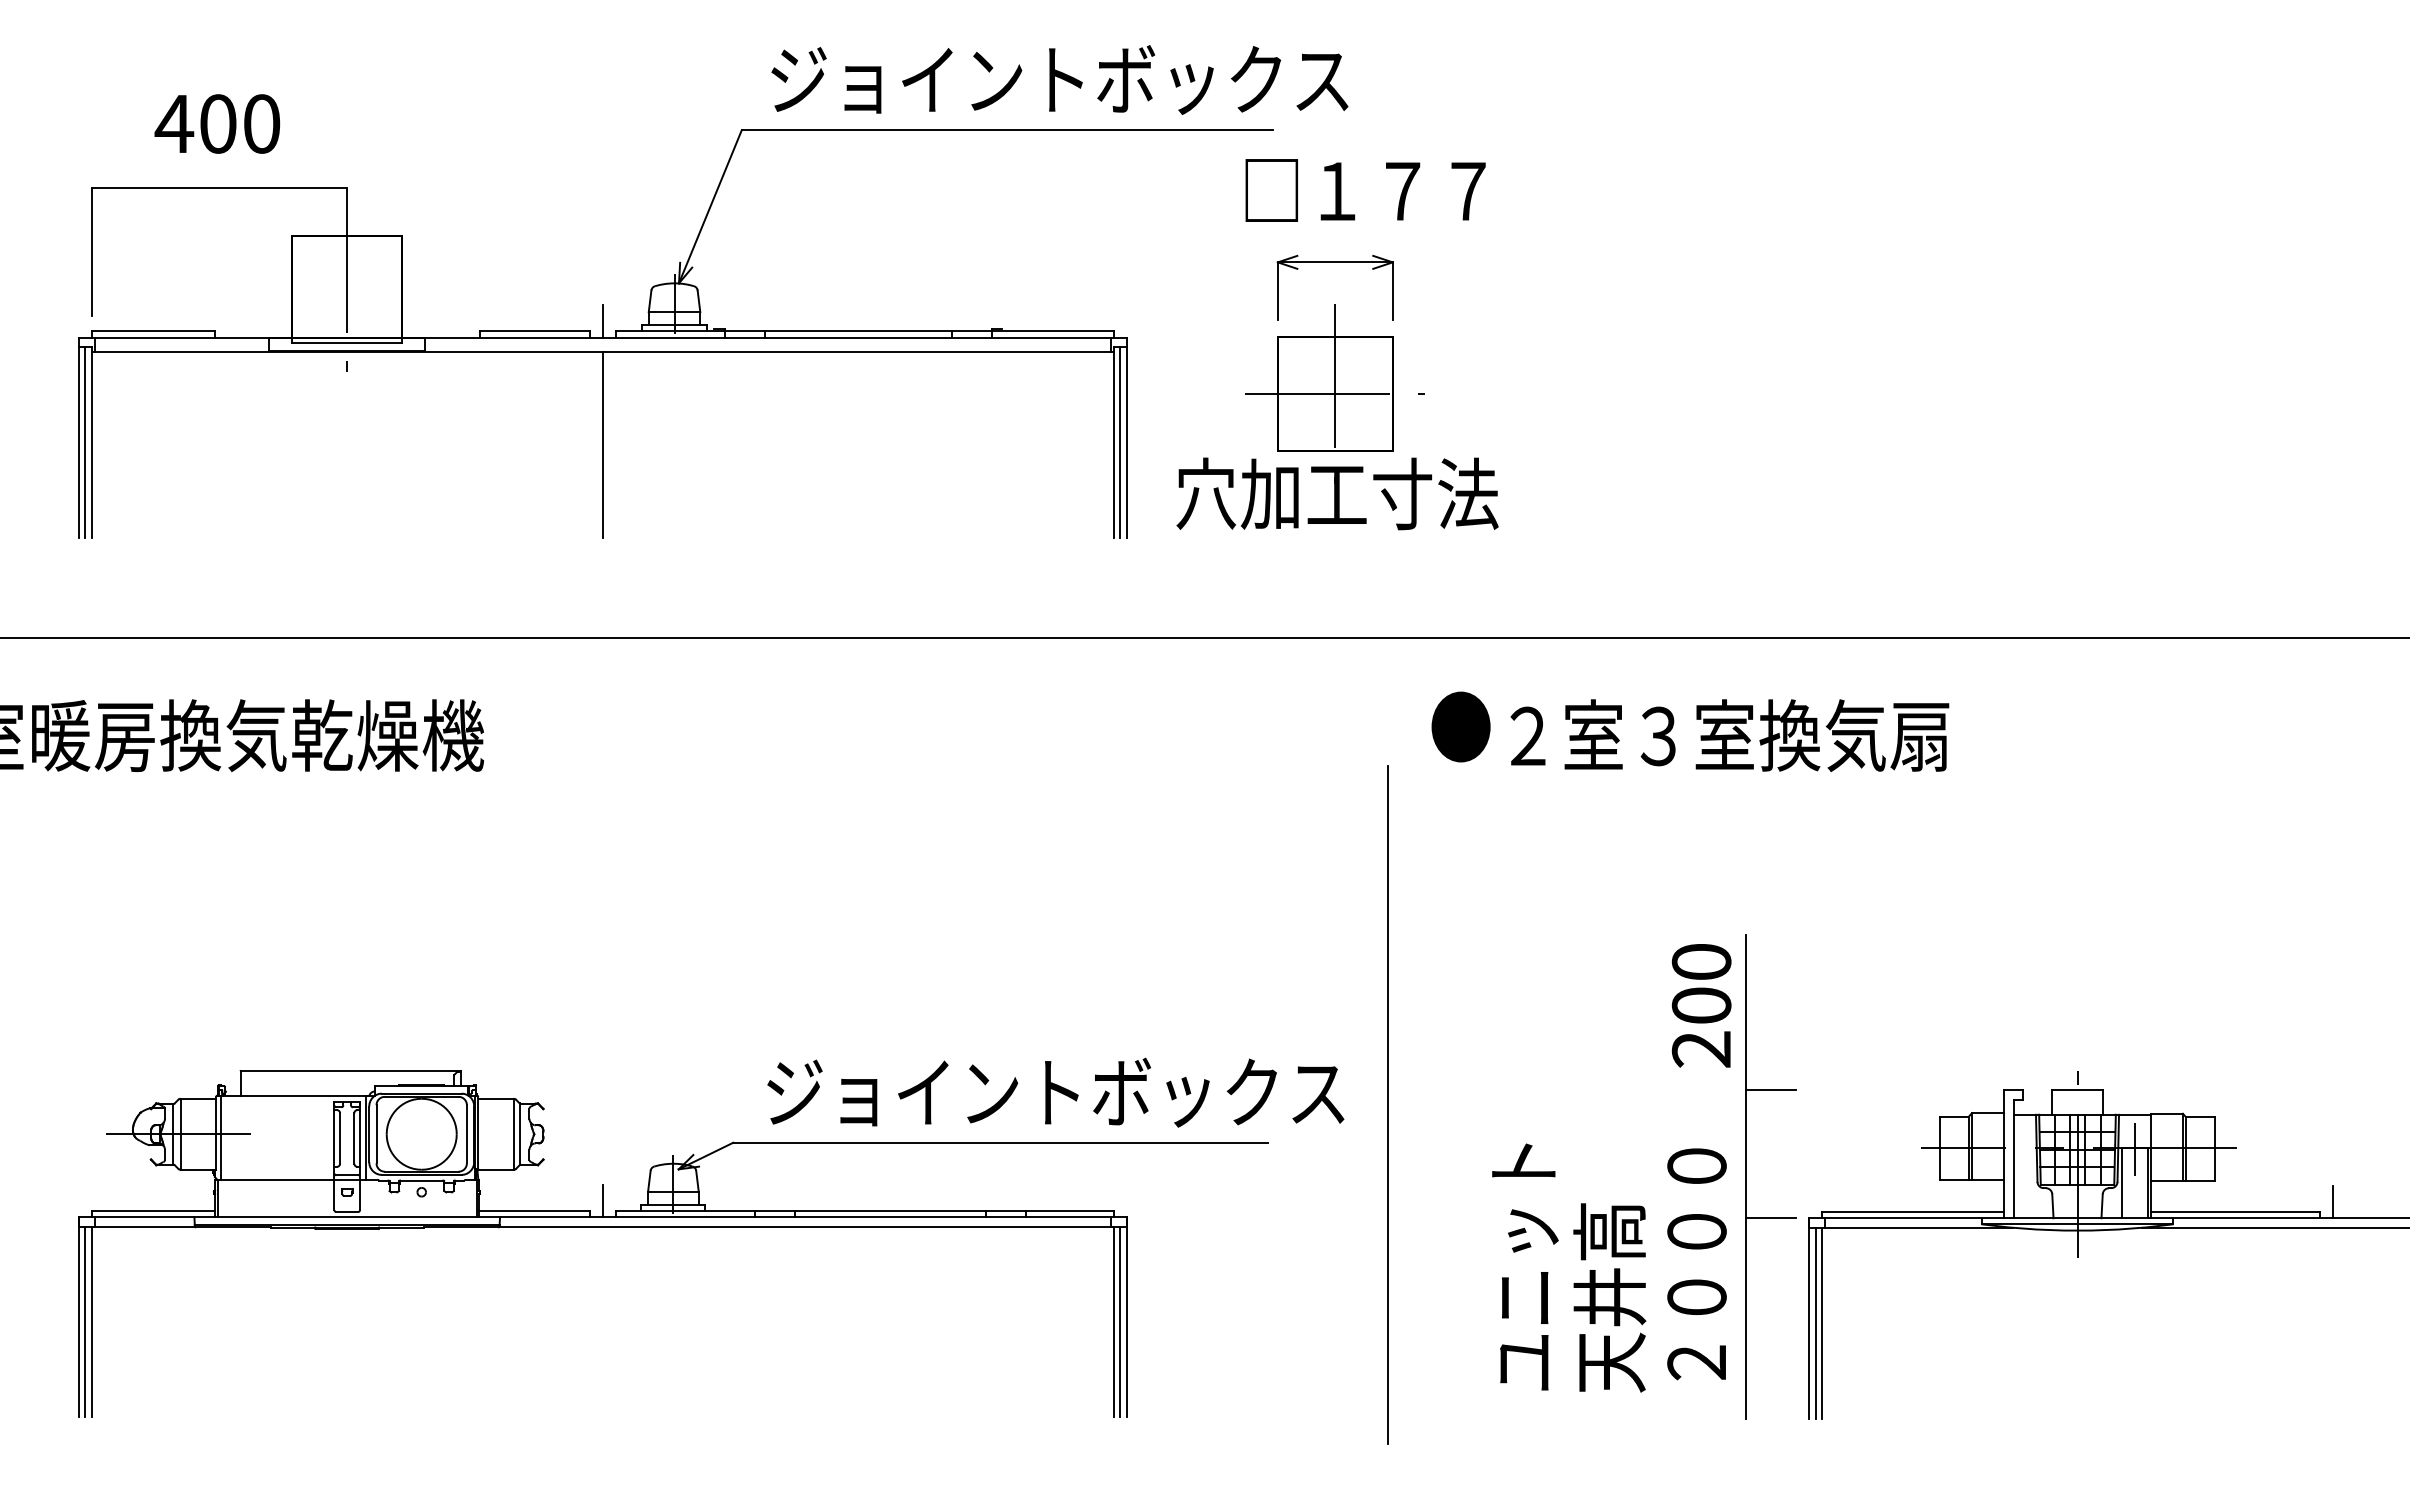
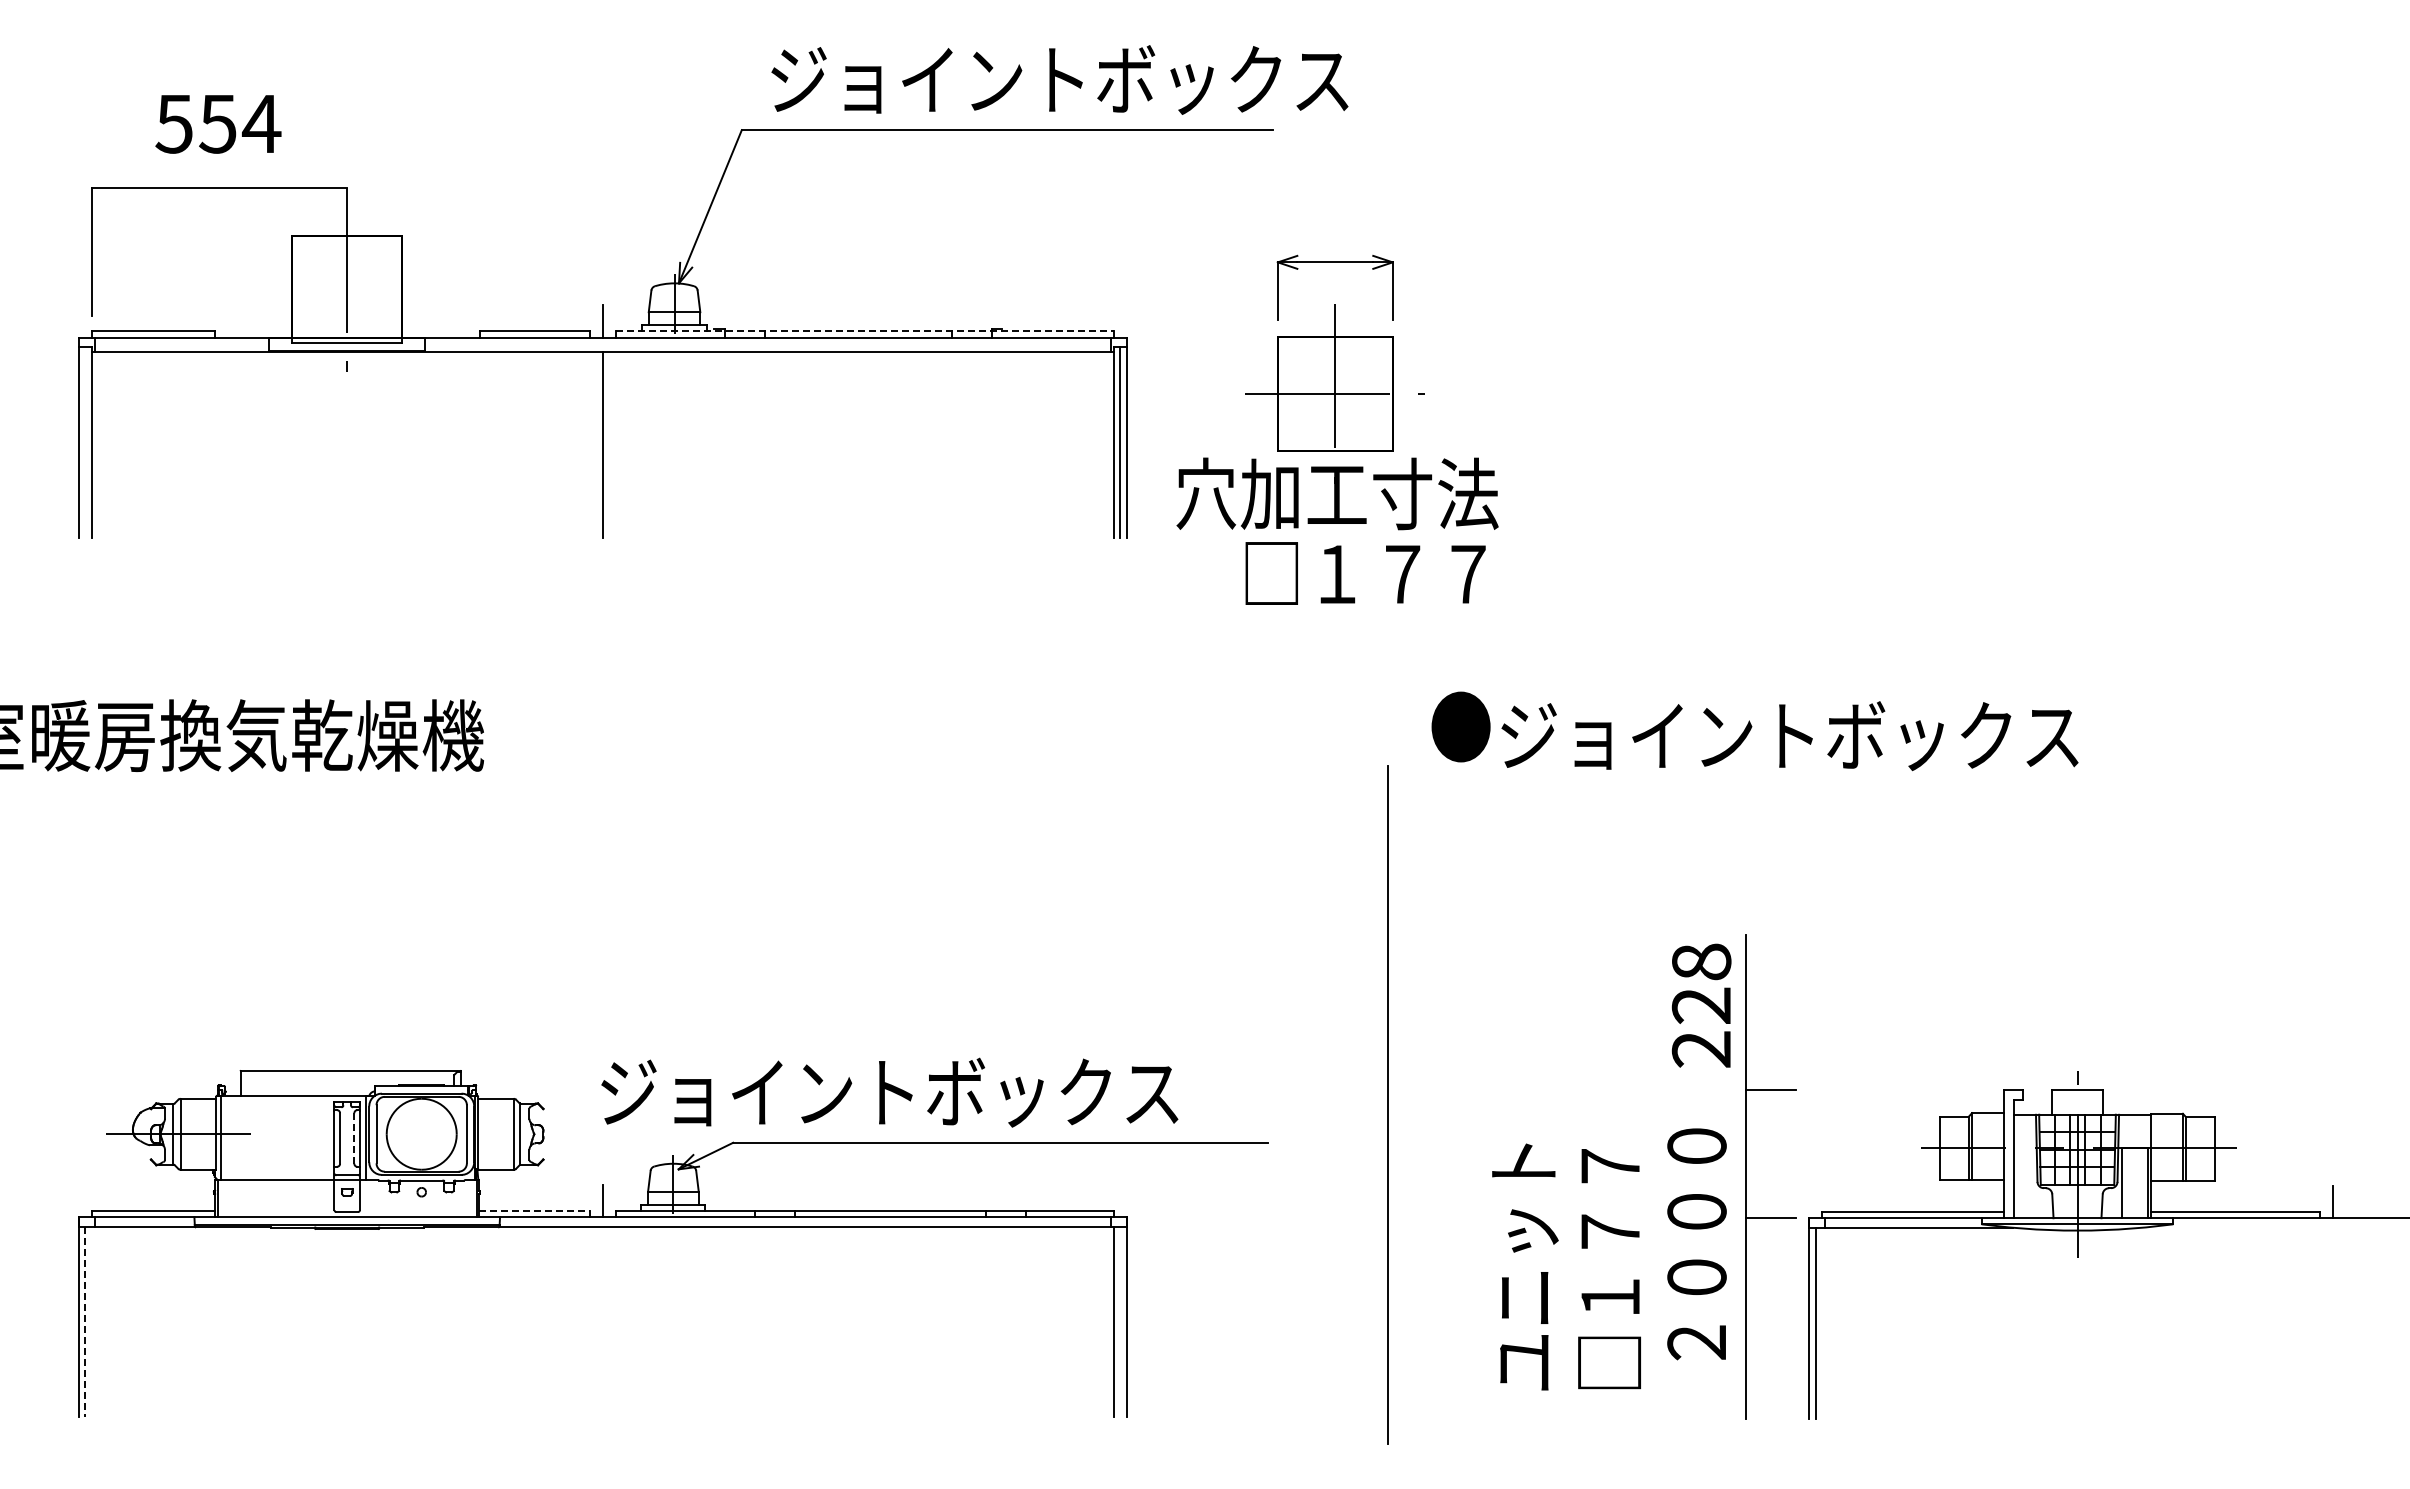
text at (217, 123): 400 -> 554
text at (1365, 190) position: (1365, 190) -> (1365, 573)
line at (865, 331): solid -> dashed
line at (85, 442): present -> none
line at (1204, 638): present -> none
text at (1789, 735): ２室３室換気扇 -> ジョイントボックス
text at (1701, 983): 200 -> 228
text at (1055, 1092) position: (1055, 1092) -> (889, 1092)
line at (354, 1138): solid -> dashed
line at (2135, 1149): present -> none
line at (535, 1210): solid -> dashed
line at (2273, 1227): present -> none
text at (1696, 1264) position: (1696, 1264) -> (1696, 1244)
text at (1609, 1270): 天井高 -> □１７７
line at (91, 1321): present -> none
line at (1120, 1321): present -> none
line at (85, 1322): solid -> dashed
line at (1822, 1322): present -> none
